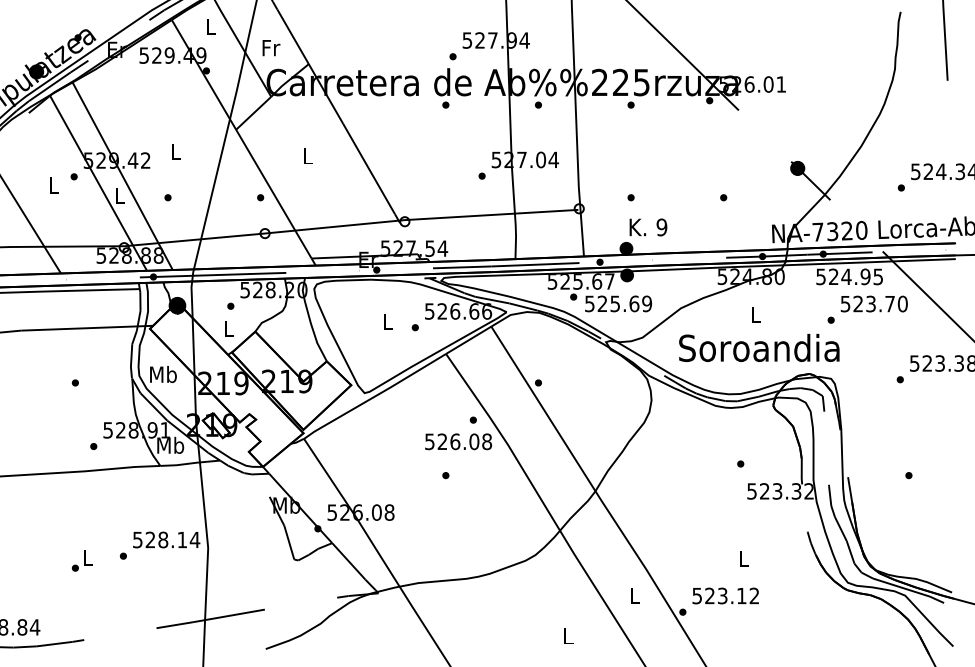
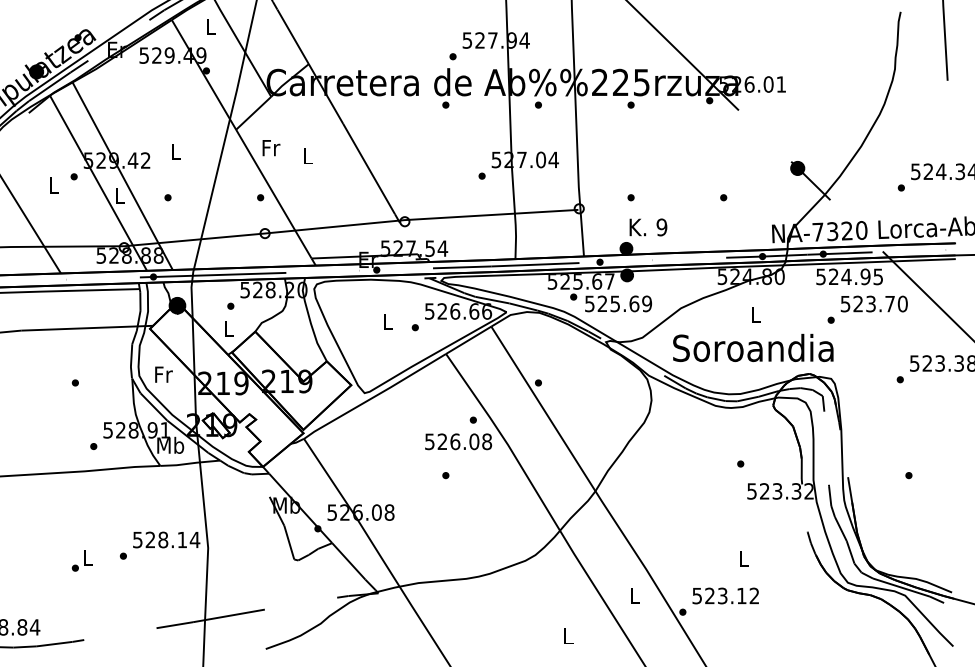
text at (271, 48) position: (271, 48) -> (271, 148)
text at (759, 347) position: (759, 347) -> (753, 347)
text at (163, 374): Mb -> Fr
